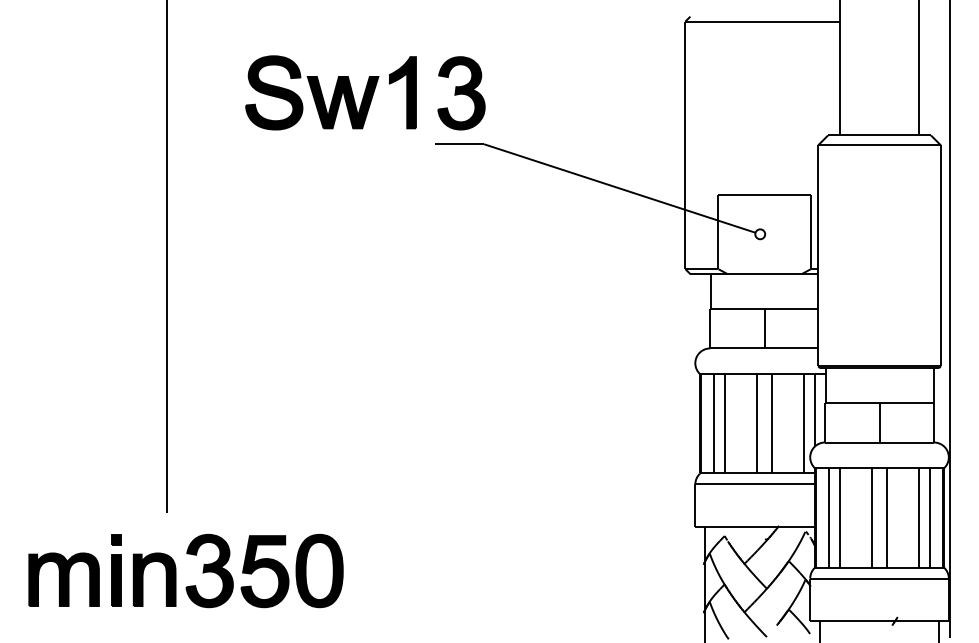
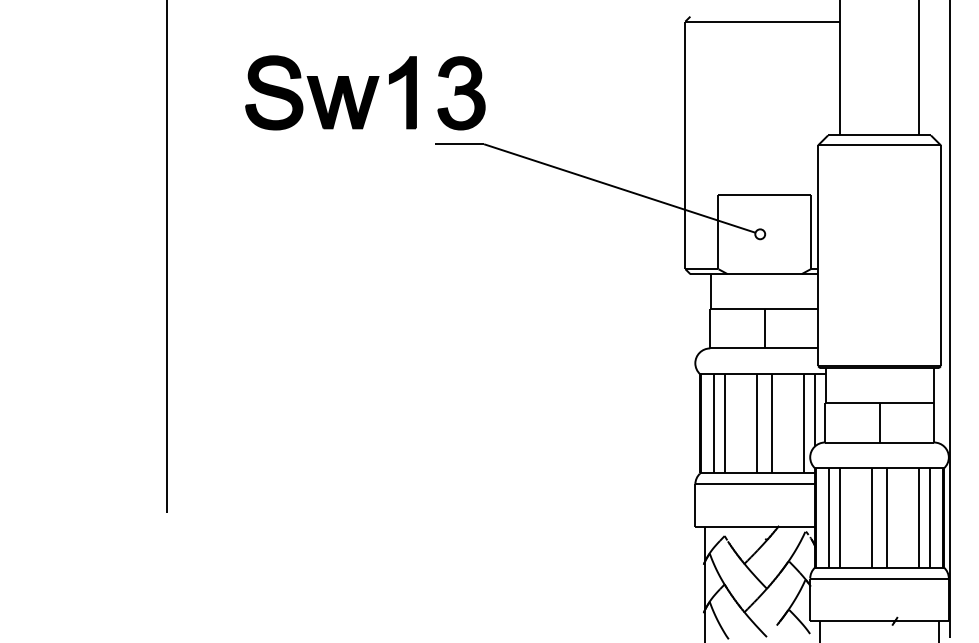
part at (176, 570): present -> none
